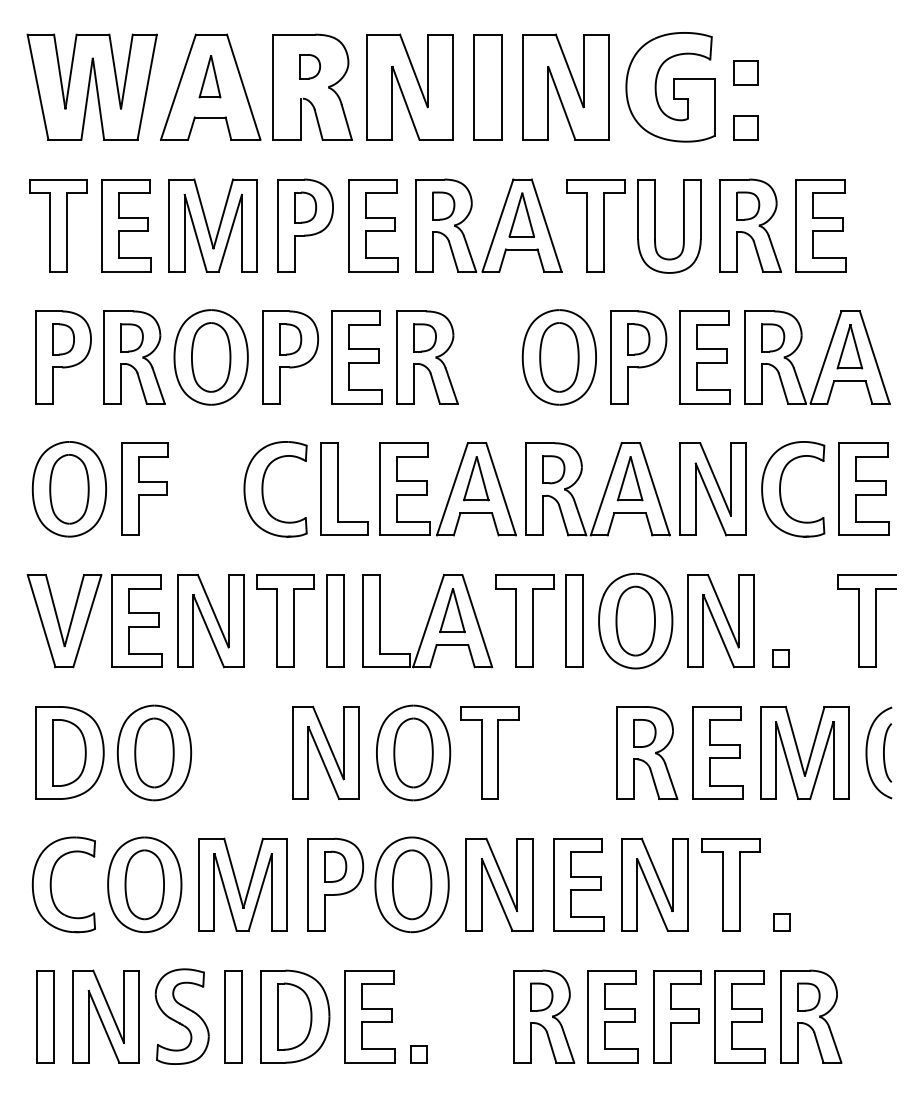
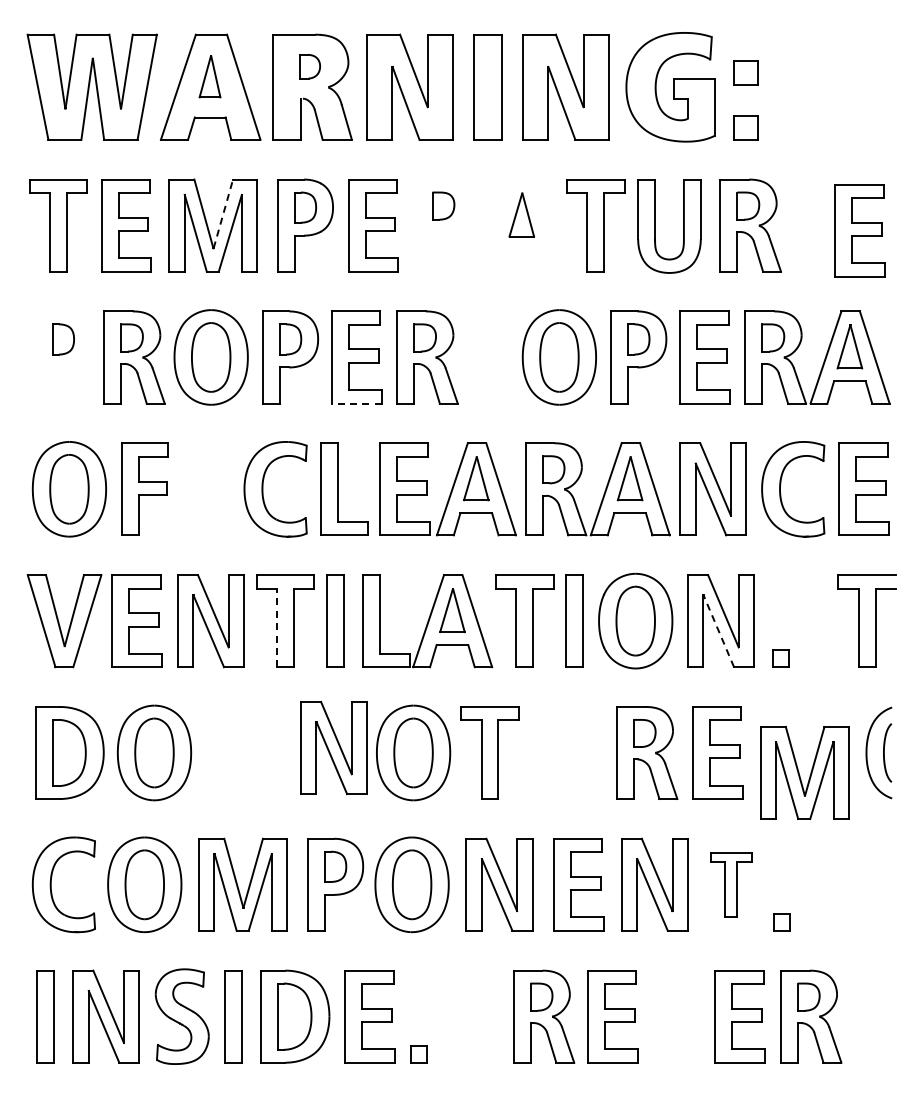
line at (223, 213): solid -> dashed
part at (820, 225) position: (820, 225) -> (859, 230)
part at (496, 226): present -> none
part at (63, 357): present -> none
line at (356, 403): solid -> dashed
line at (277, 627): solid -> dashed
line at (718, 631): solid -> dashed
part at (325, 752) position: (325, 752) -> (333, 747)
part at (804, 752) position: (804, 752) -> (804, 772)
part at (730, 884) size: 60x94 px -> 43x66 px
part at (677, 1016): present -> none
